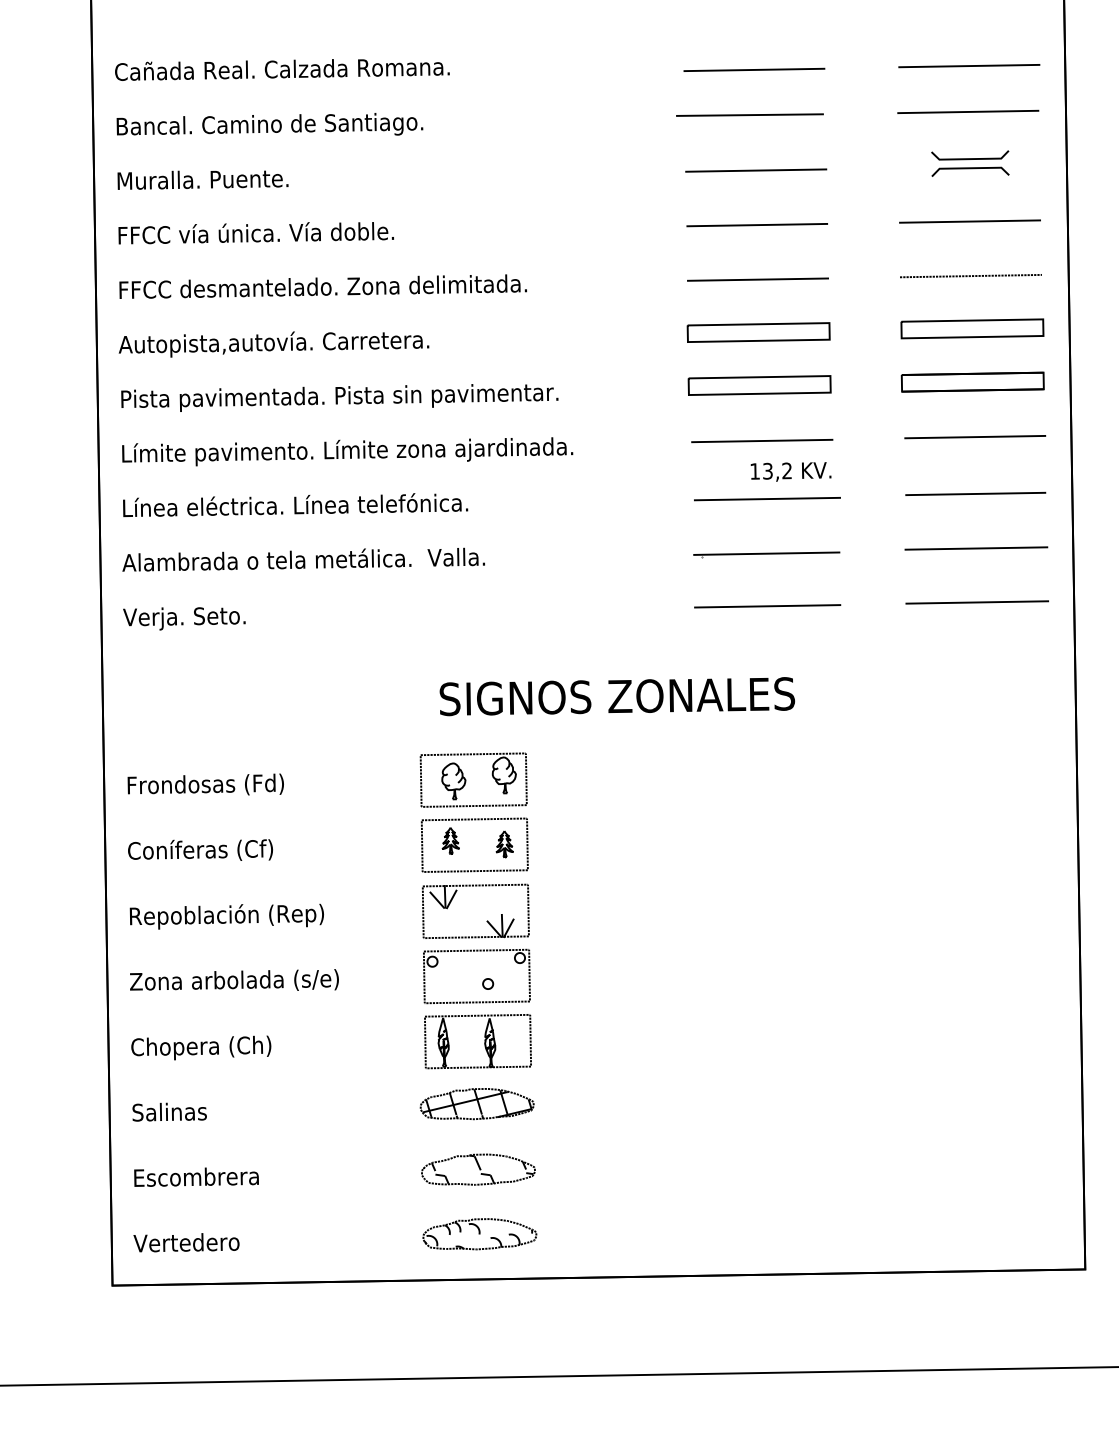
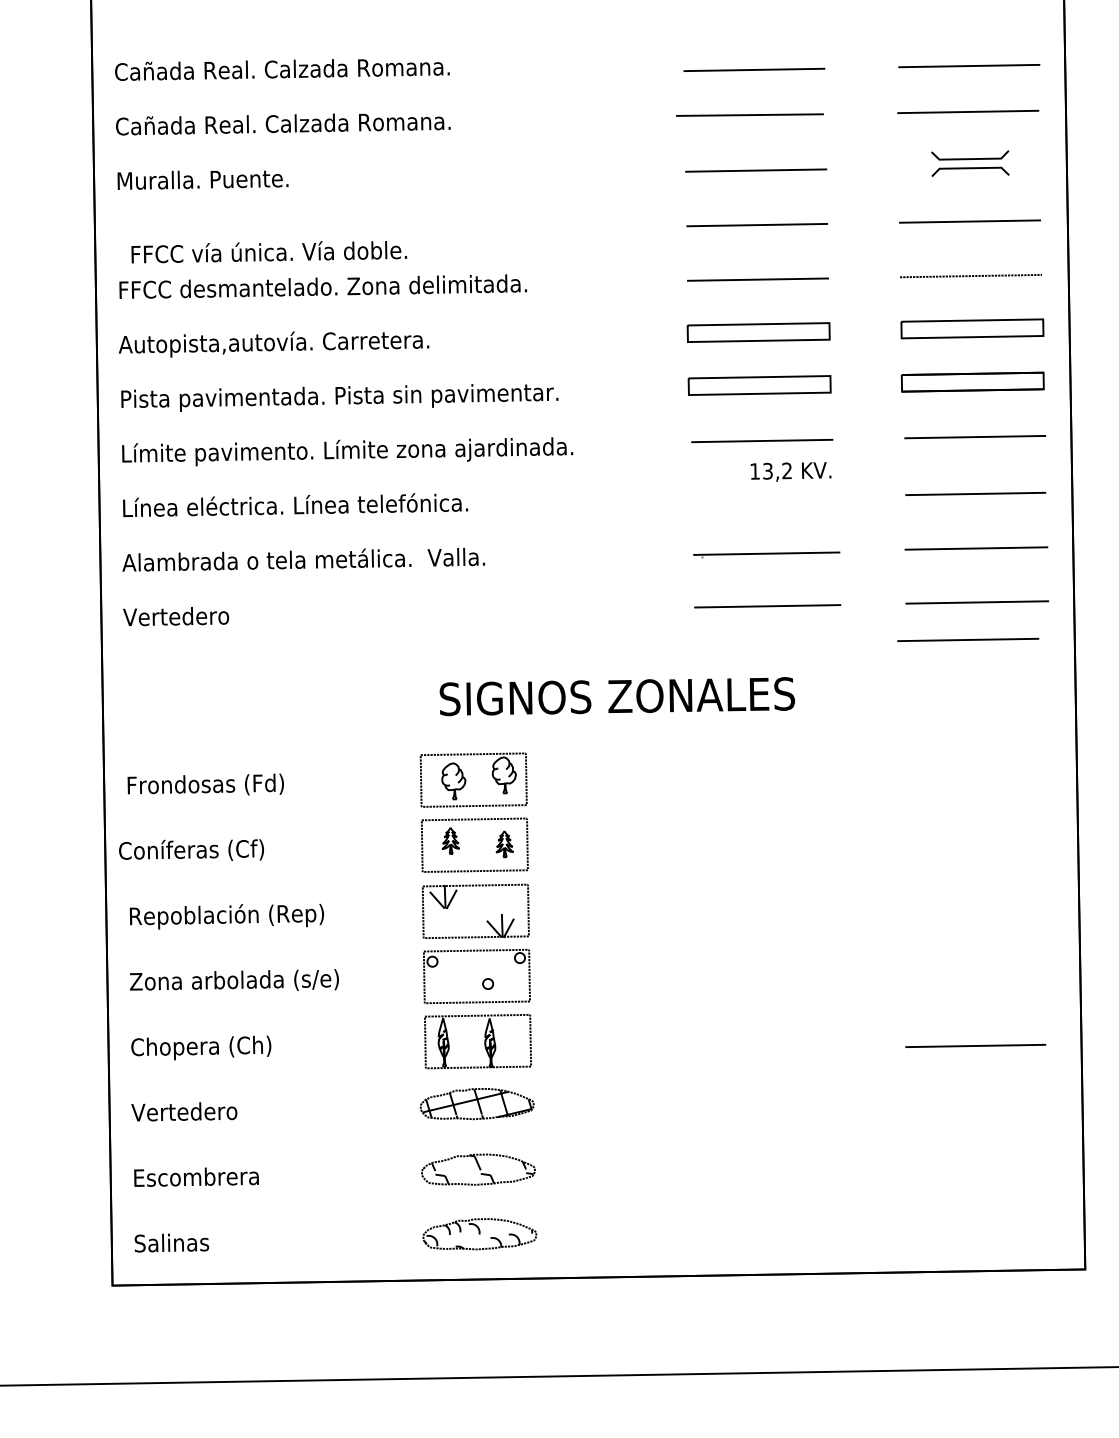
text at (283, 124): Bancal. Camino de Santiago. -> Cañada Real. Calzada Romana.
text at (255, 233) position: (255, 233) -> (268, 252)
line at (767, 499): present -> none
text at (202, 618): Verja. Seto. -> Vertedero
line at (968, 639): none -> present
text at (200, 849) position: (200, 849) -> (191, 849)
line at (975, 1045): none -> present
text at (184, 1111): Salinas -> Vertedero
text at (186, 1242): Vertedero -> Salinas
